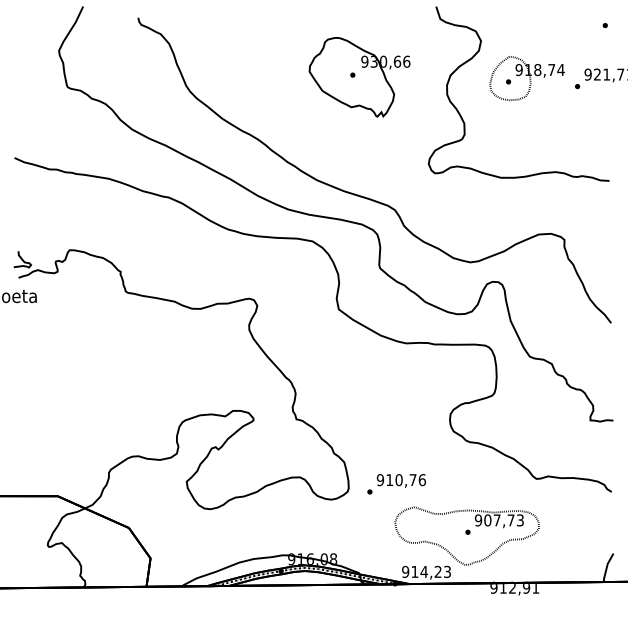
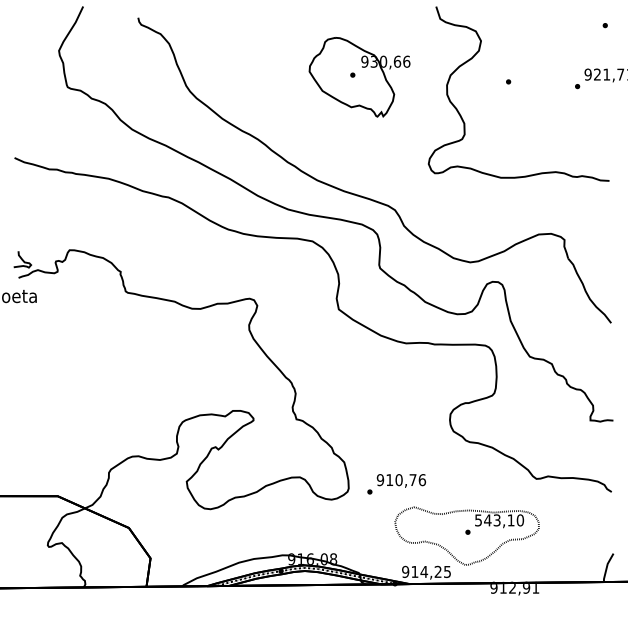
part at (526, 78): present -> none
text at (499, 520): 907,73 -> 543,10
text at (447, 571): 914,23 -> 914,25
